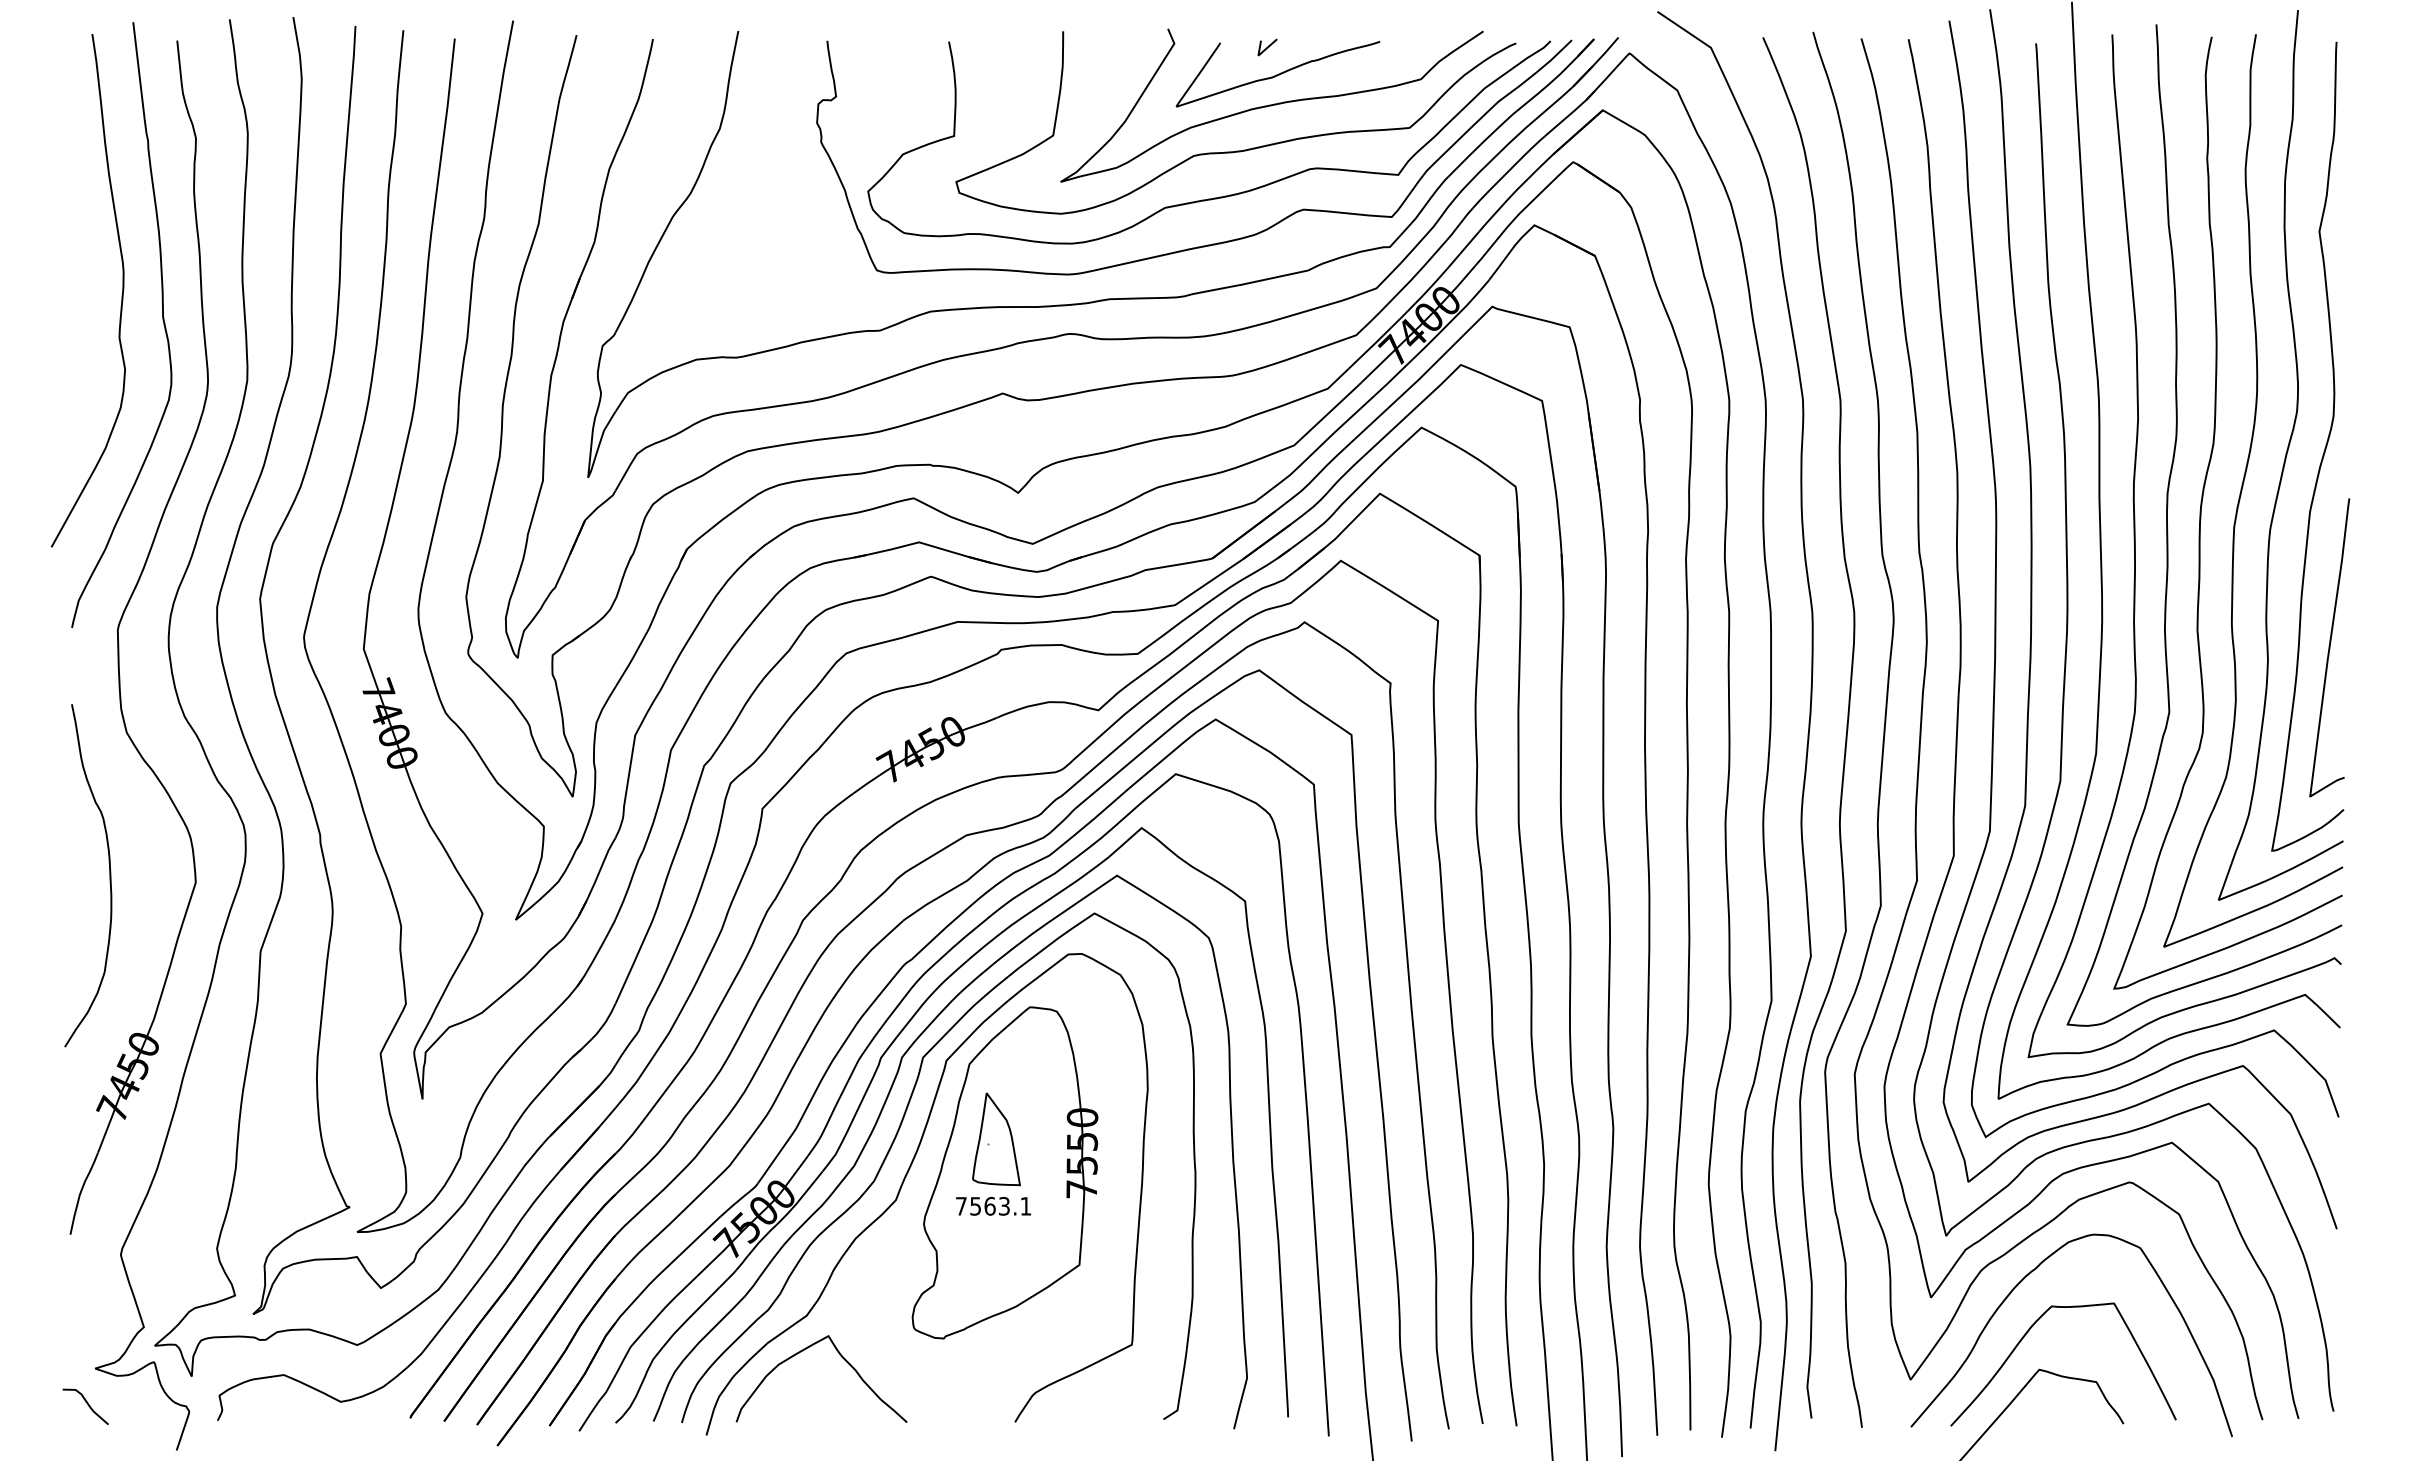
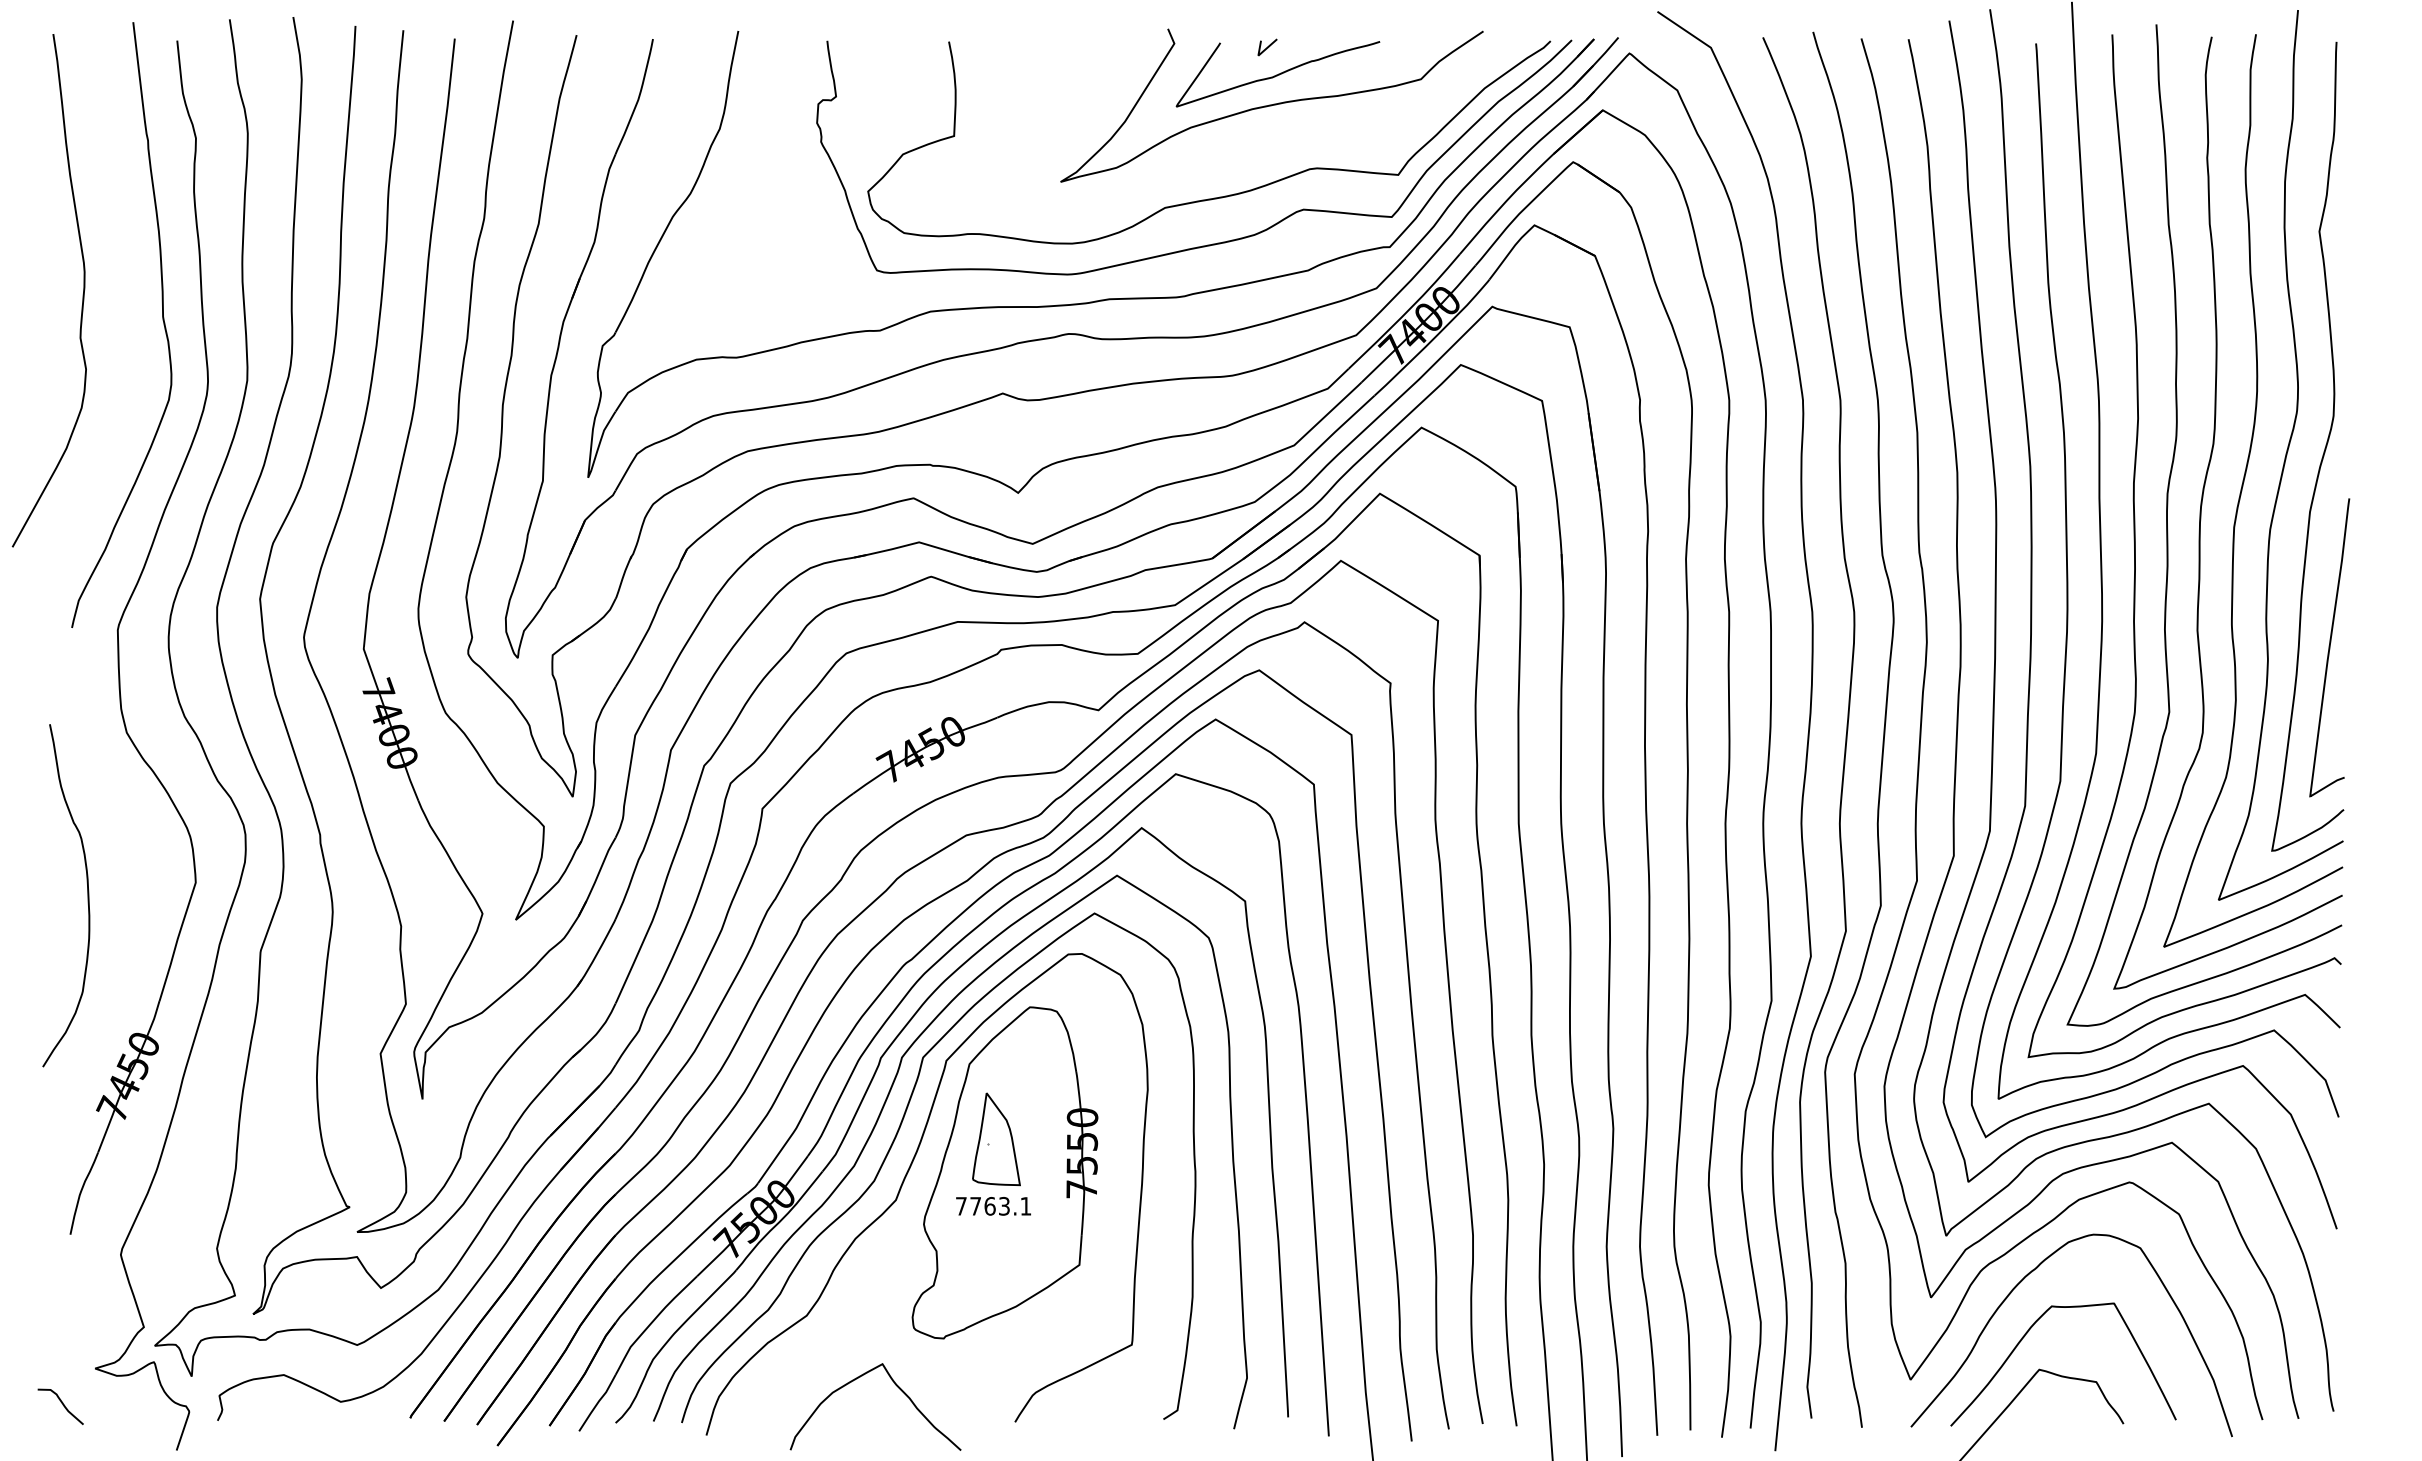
curve at (1236, 150): present -> none
curve at (121, 294) position: (121, 294) -> (82, 294)
curve at (109, 875) position: (109, 875) -> (87, 895)
text at (975, 1206): 7563.1 -> 7763.1
curve at (841, 1357) position: (841, 1357) -> (895, 1385)
curve at (87, 1405) position: (87, 1405) -> (62, 1405)
